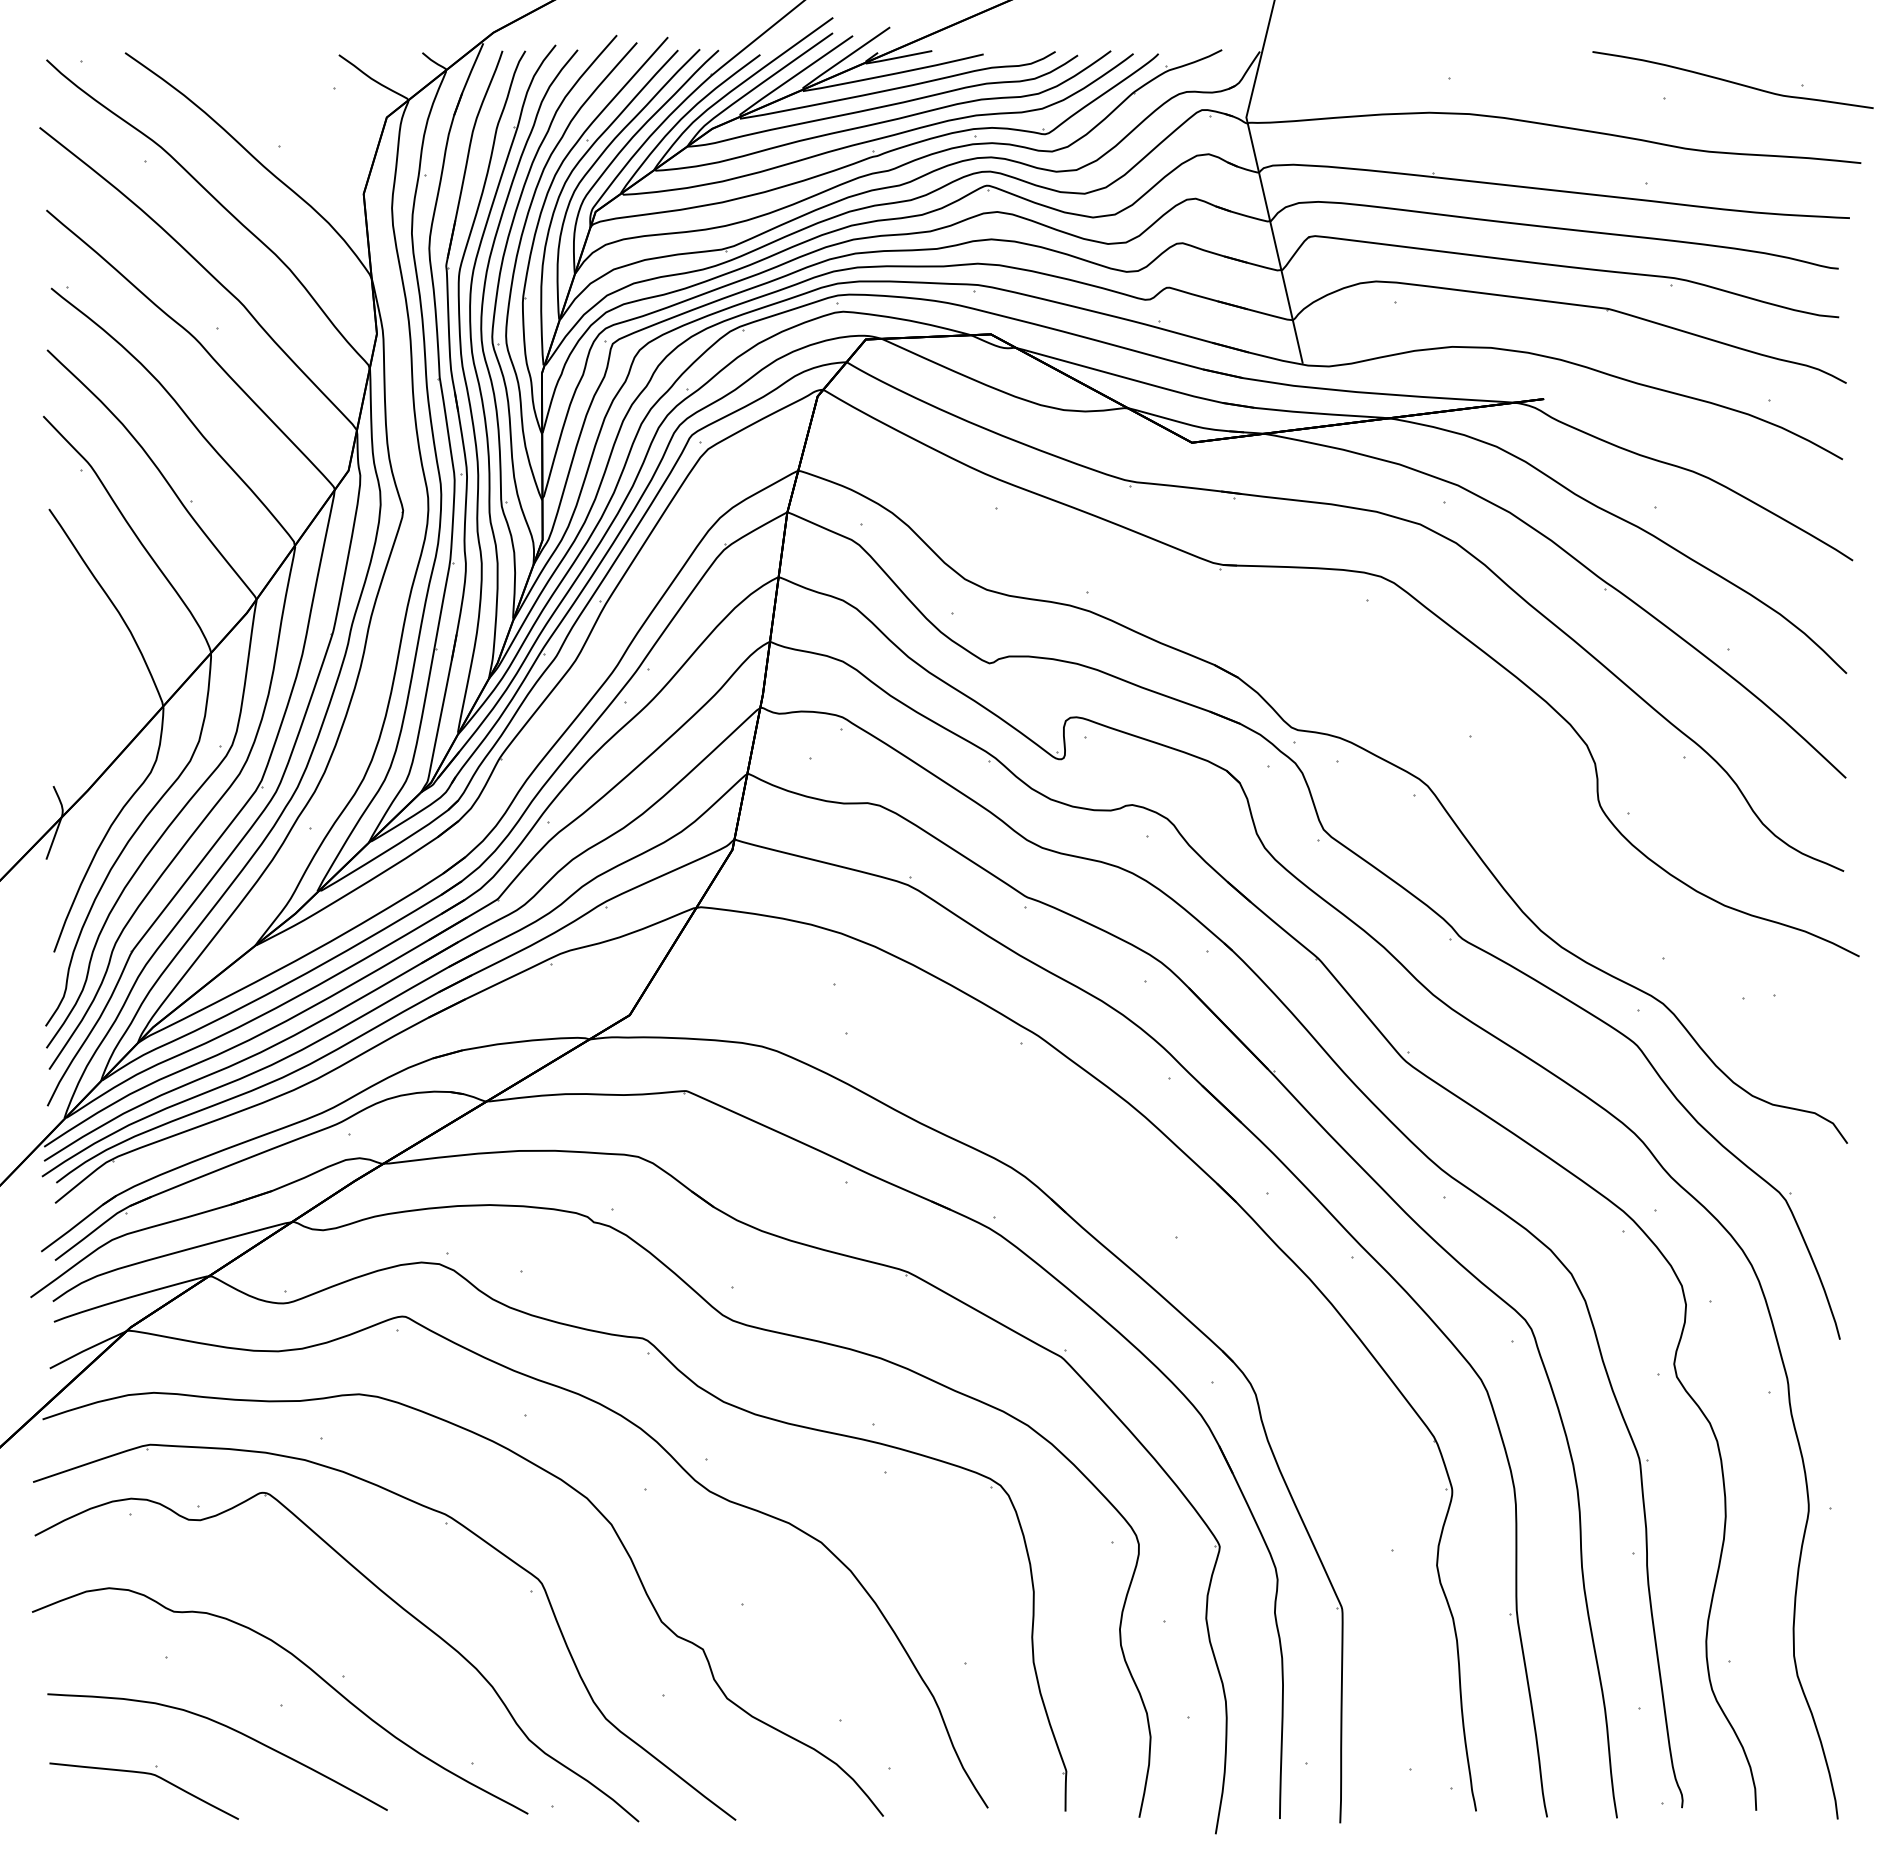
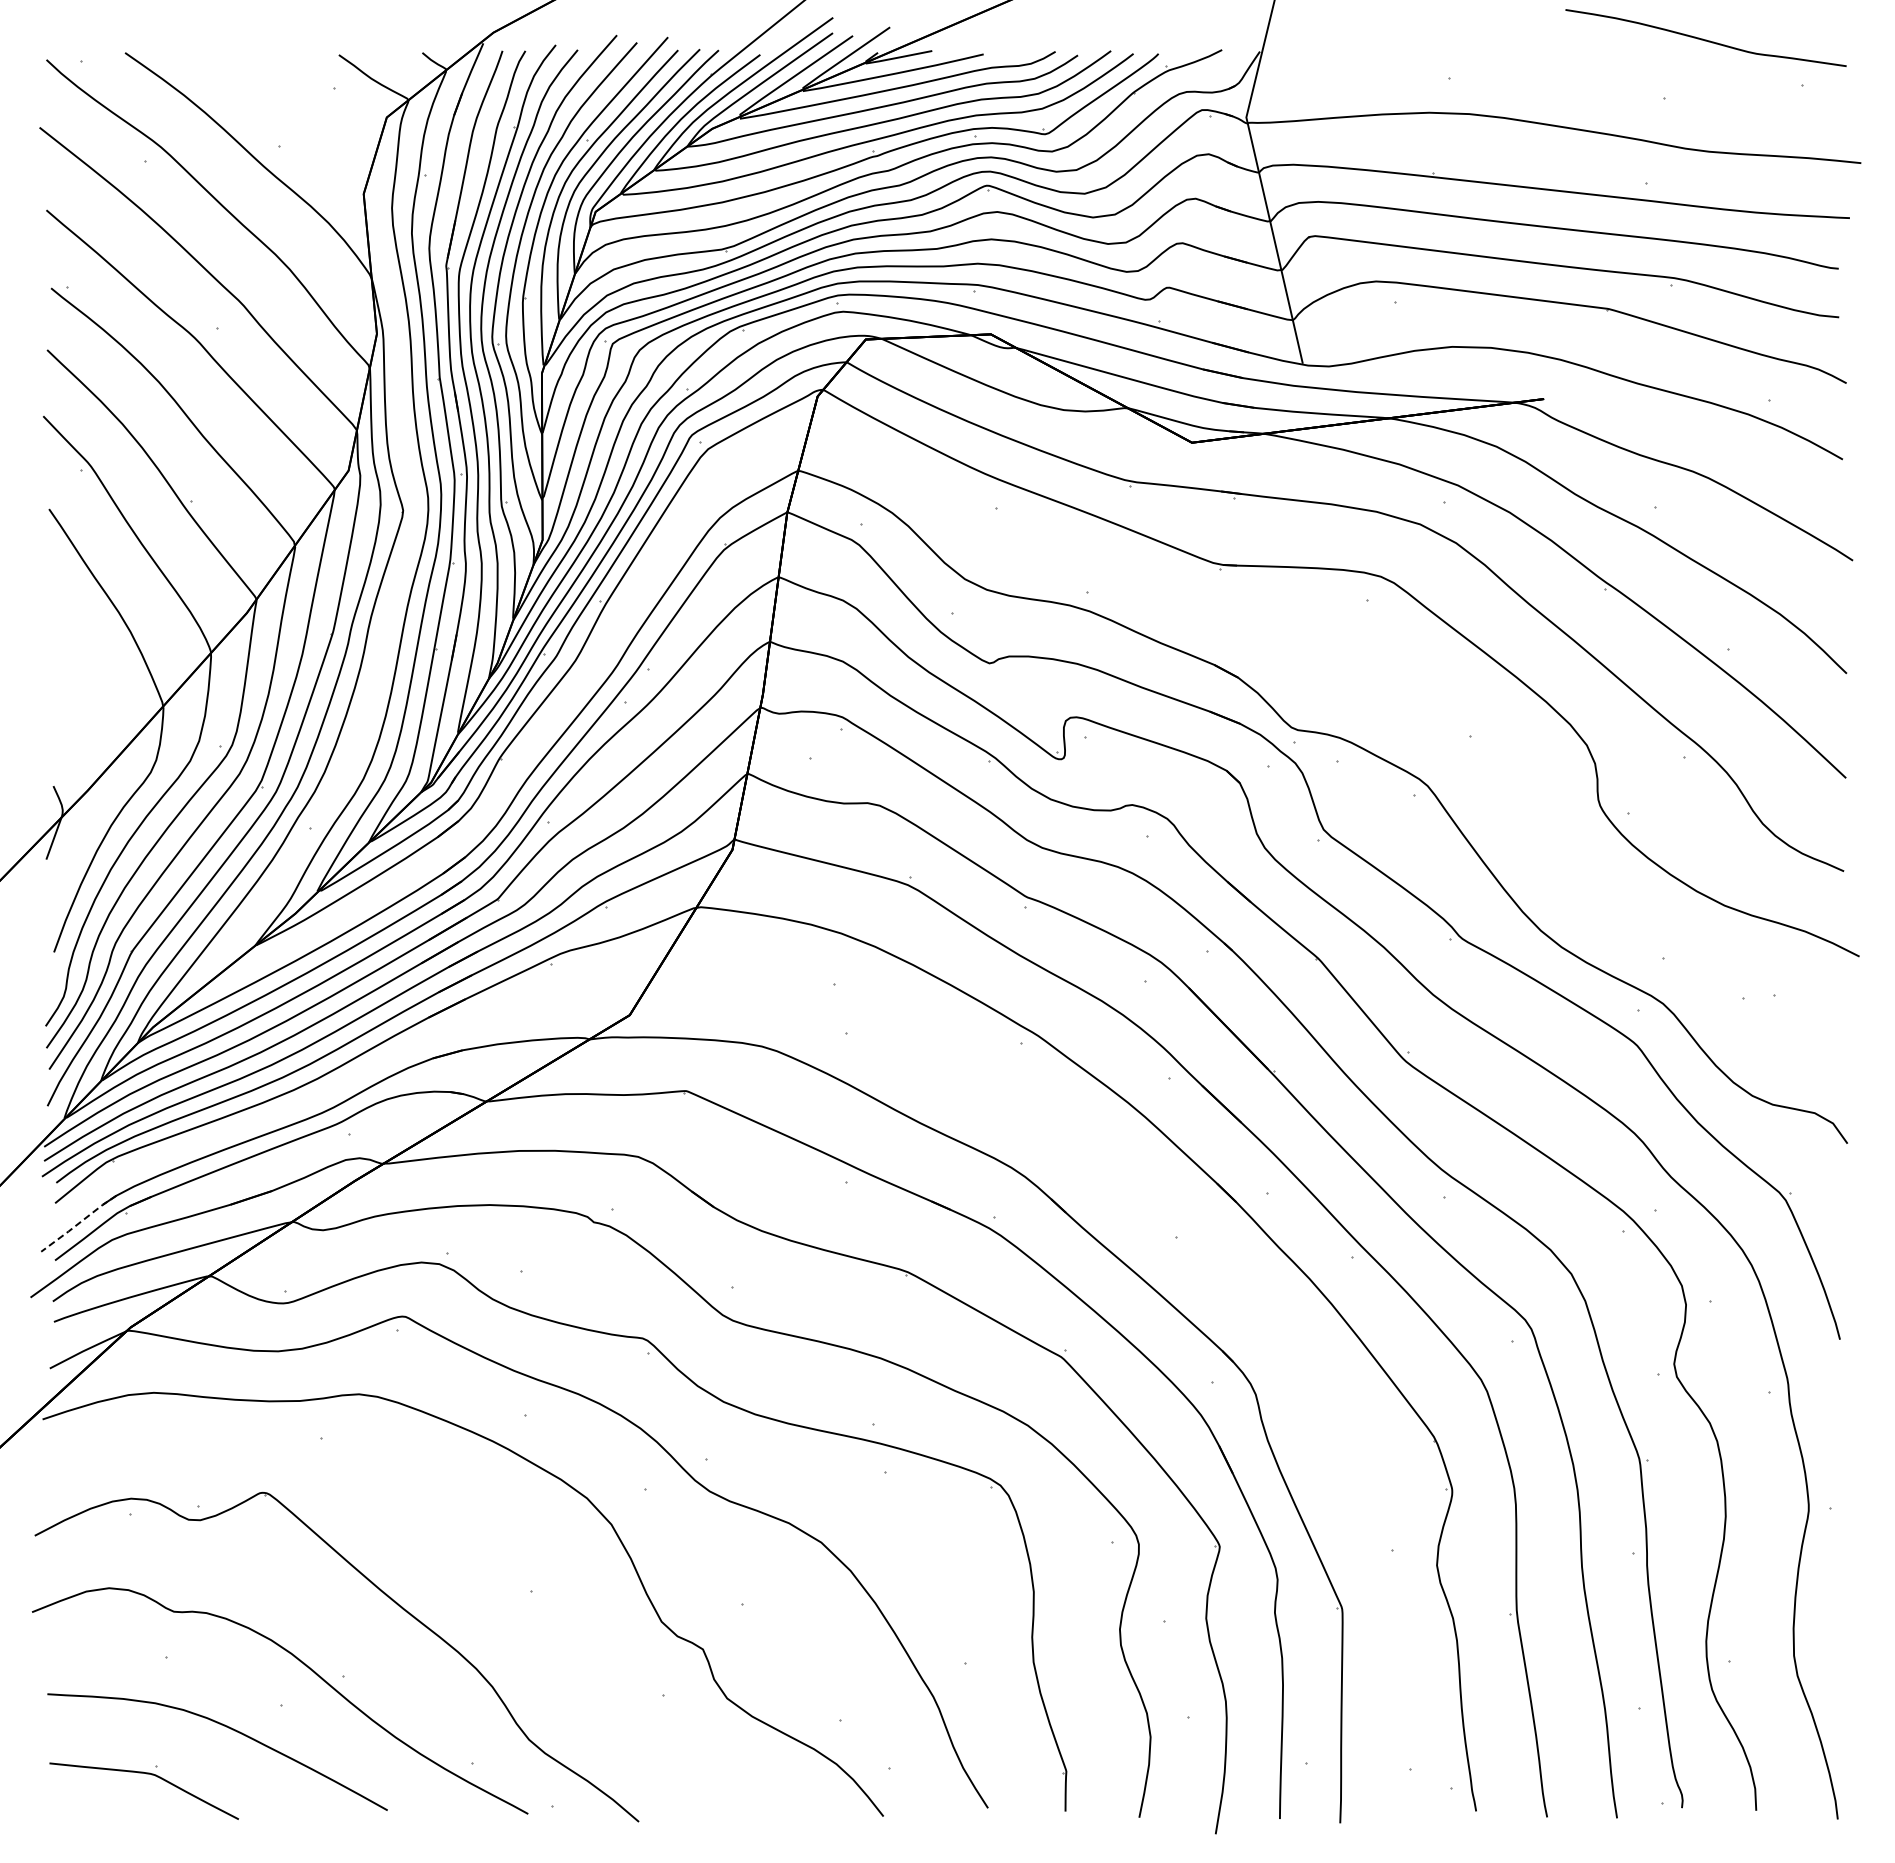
curve at (1732, 81) position: (1732, 81) -> (1705, 39)
line at (78, 1223): solid -> dashed
part at (446, 1524): present -> none
